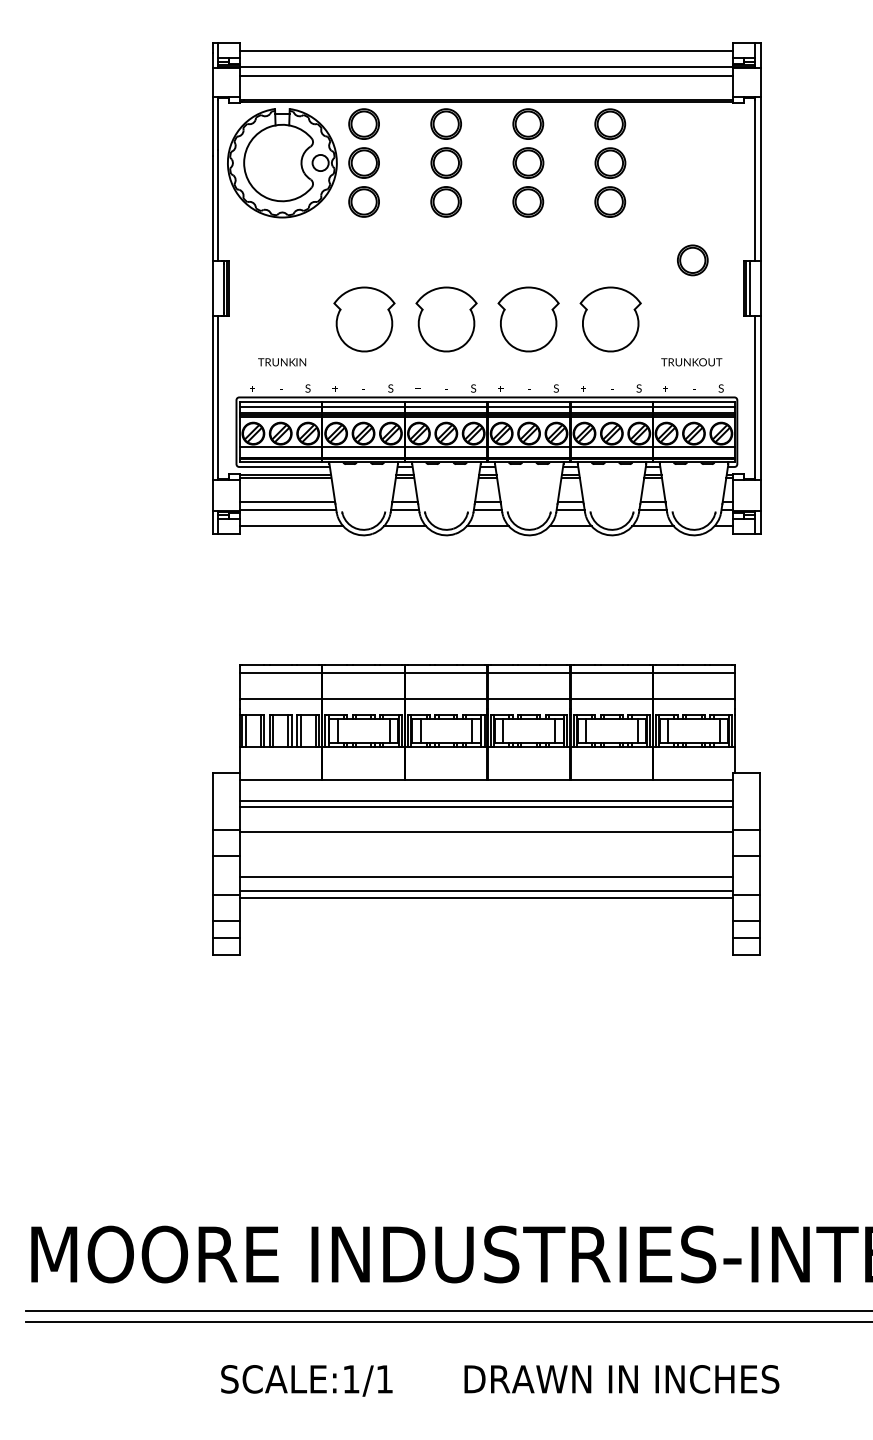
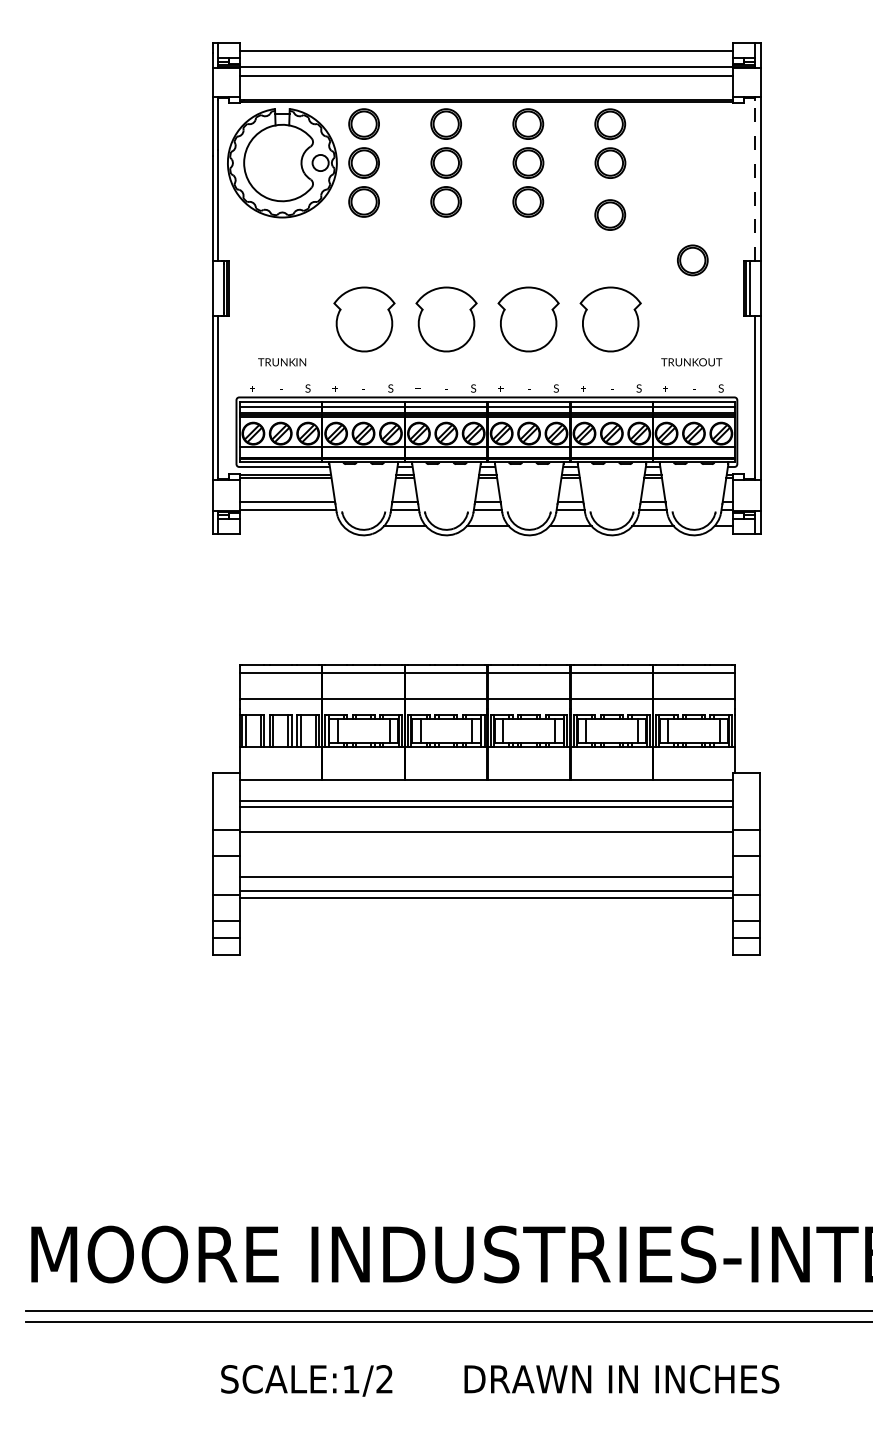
line at (755, 180): solid -> dashed
part at (610, 201) position: (610, 201) -> (610, 214)
line at (291, 526): present -> none
text at (384, 1379): SCALE:1/1 -> SCALE:1/2
